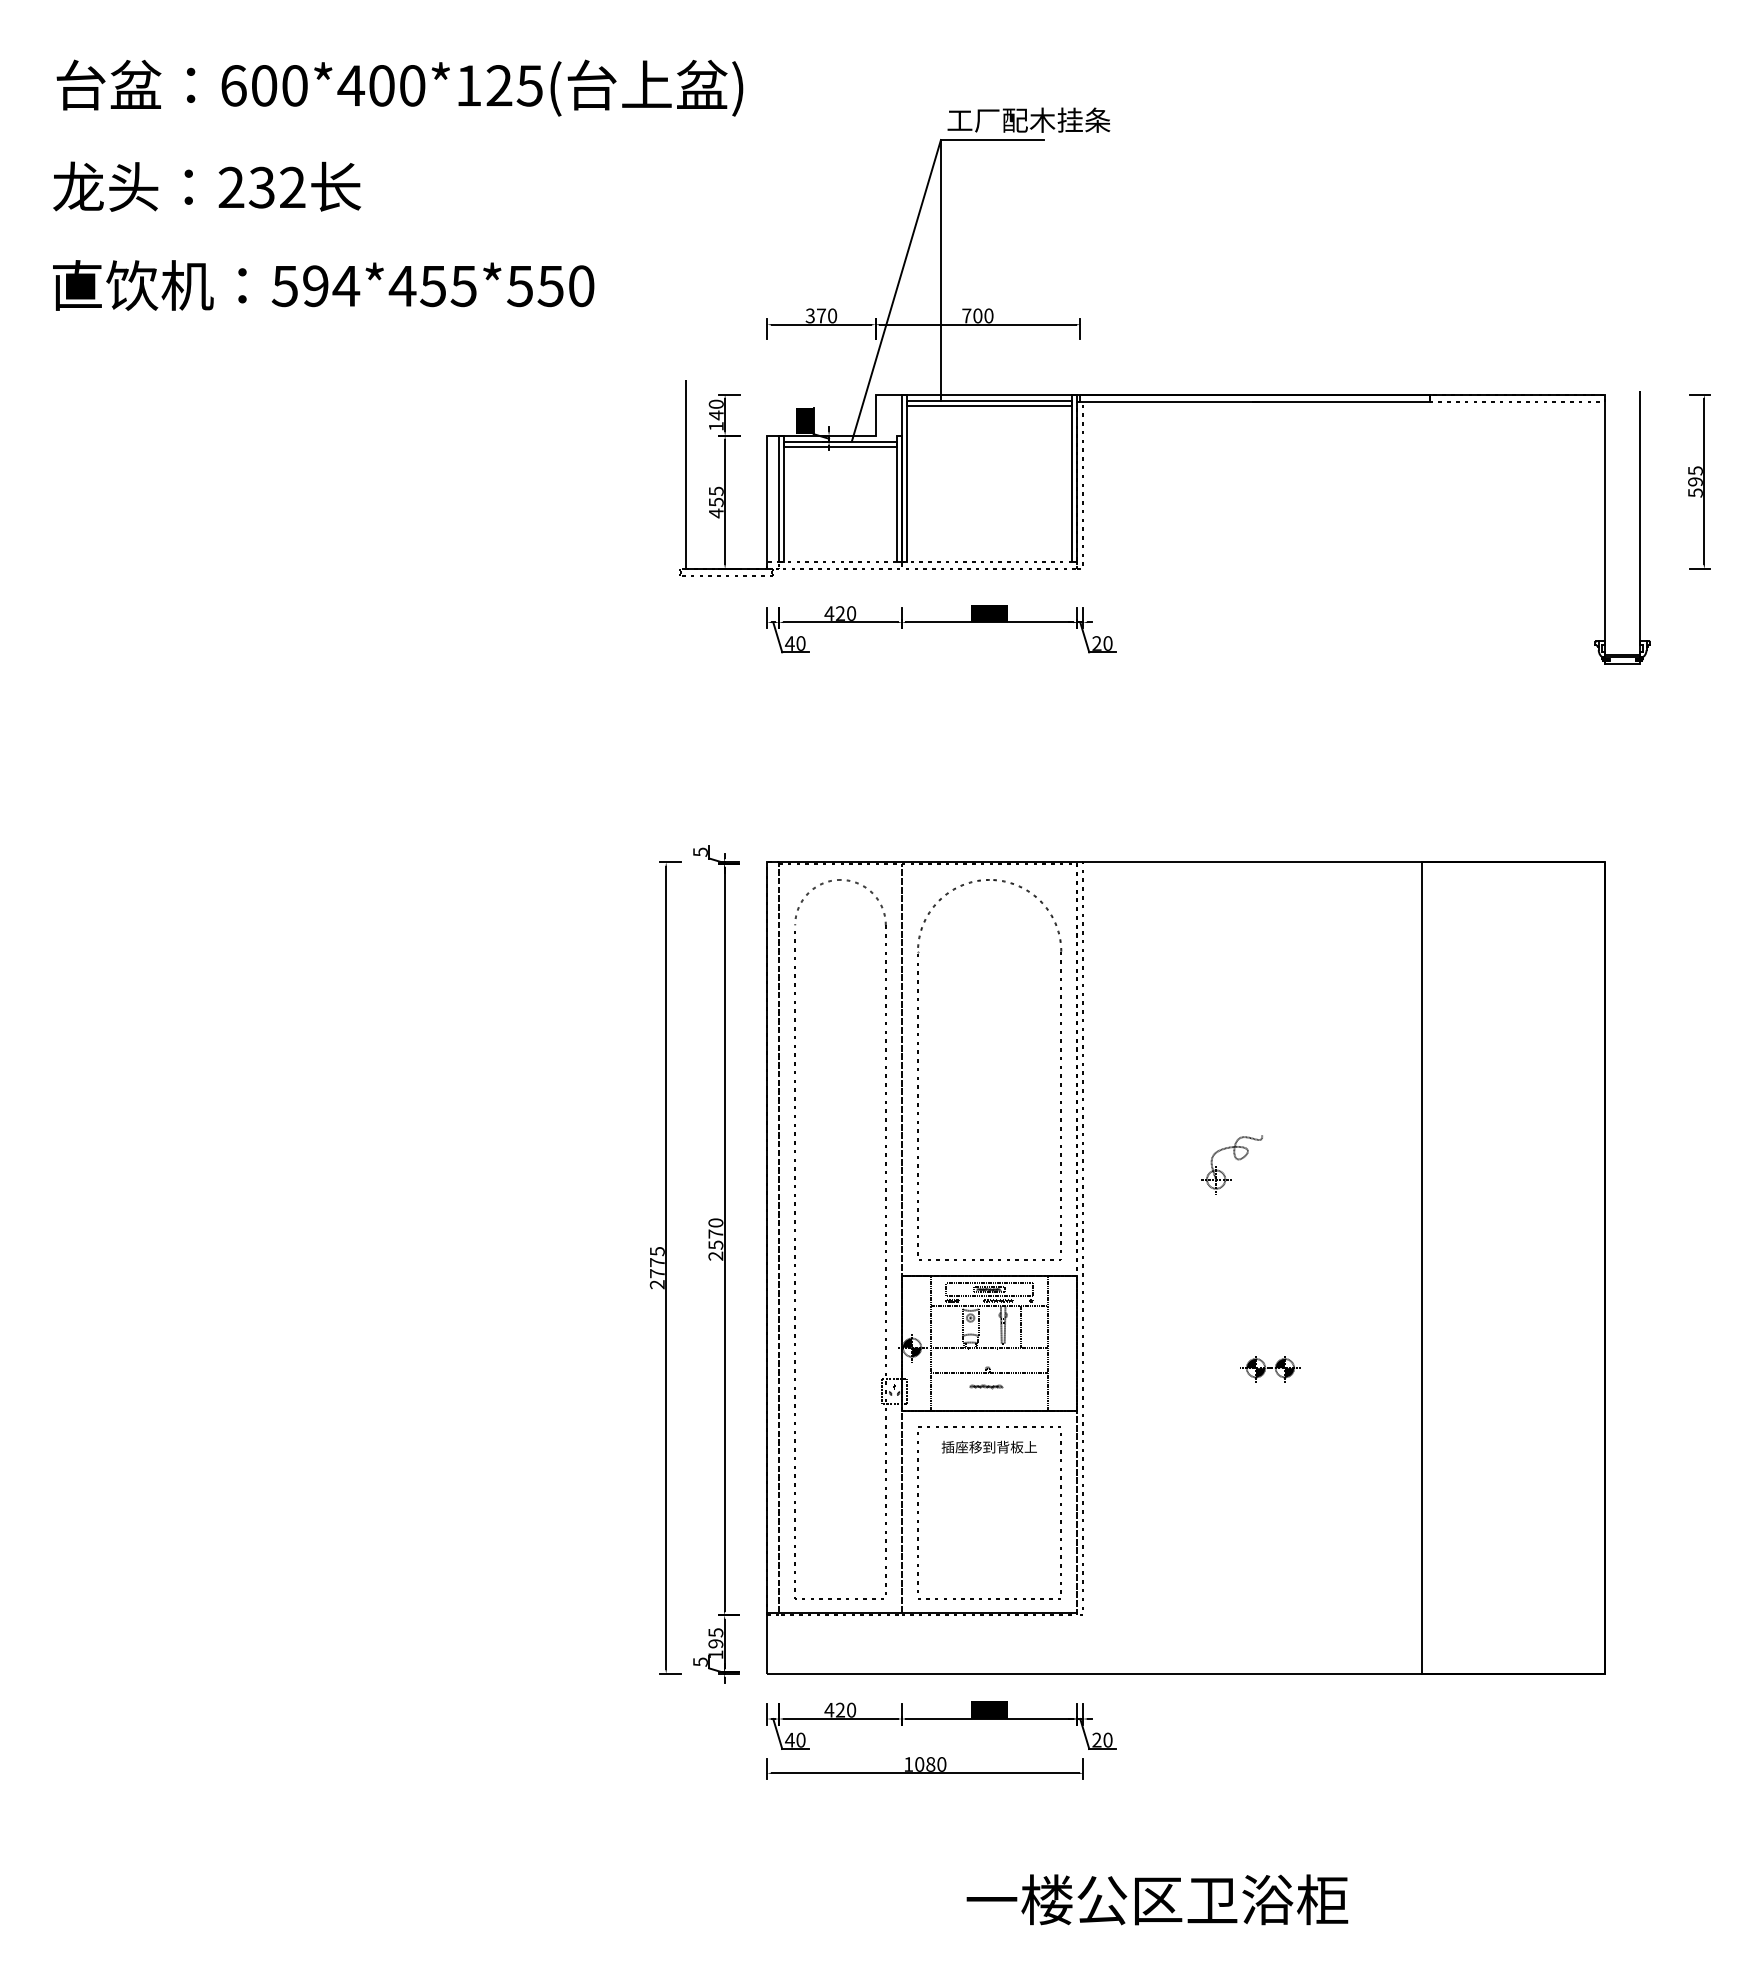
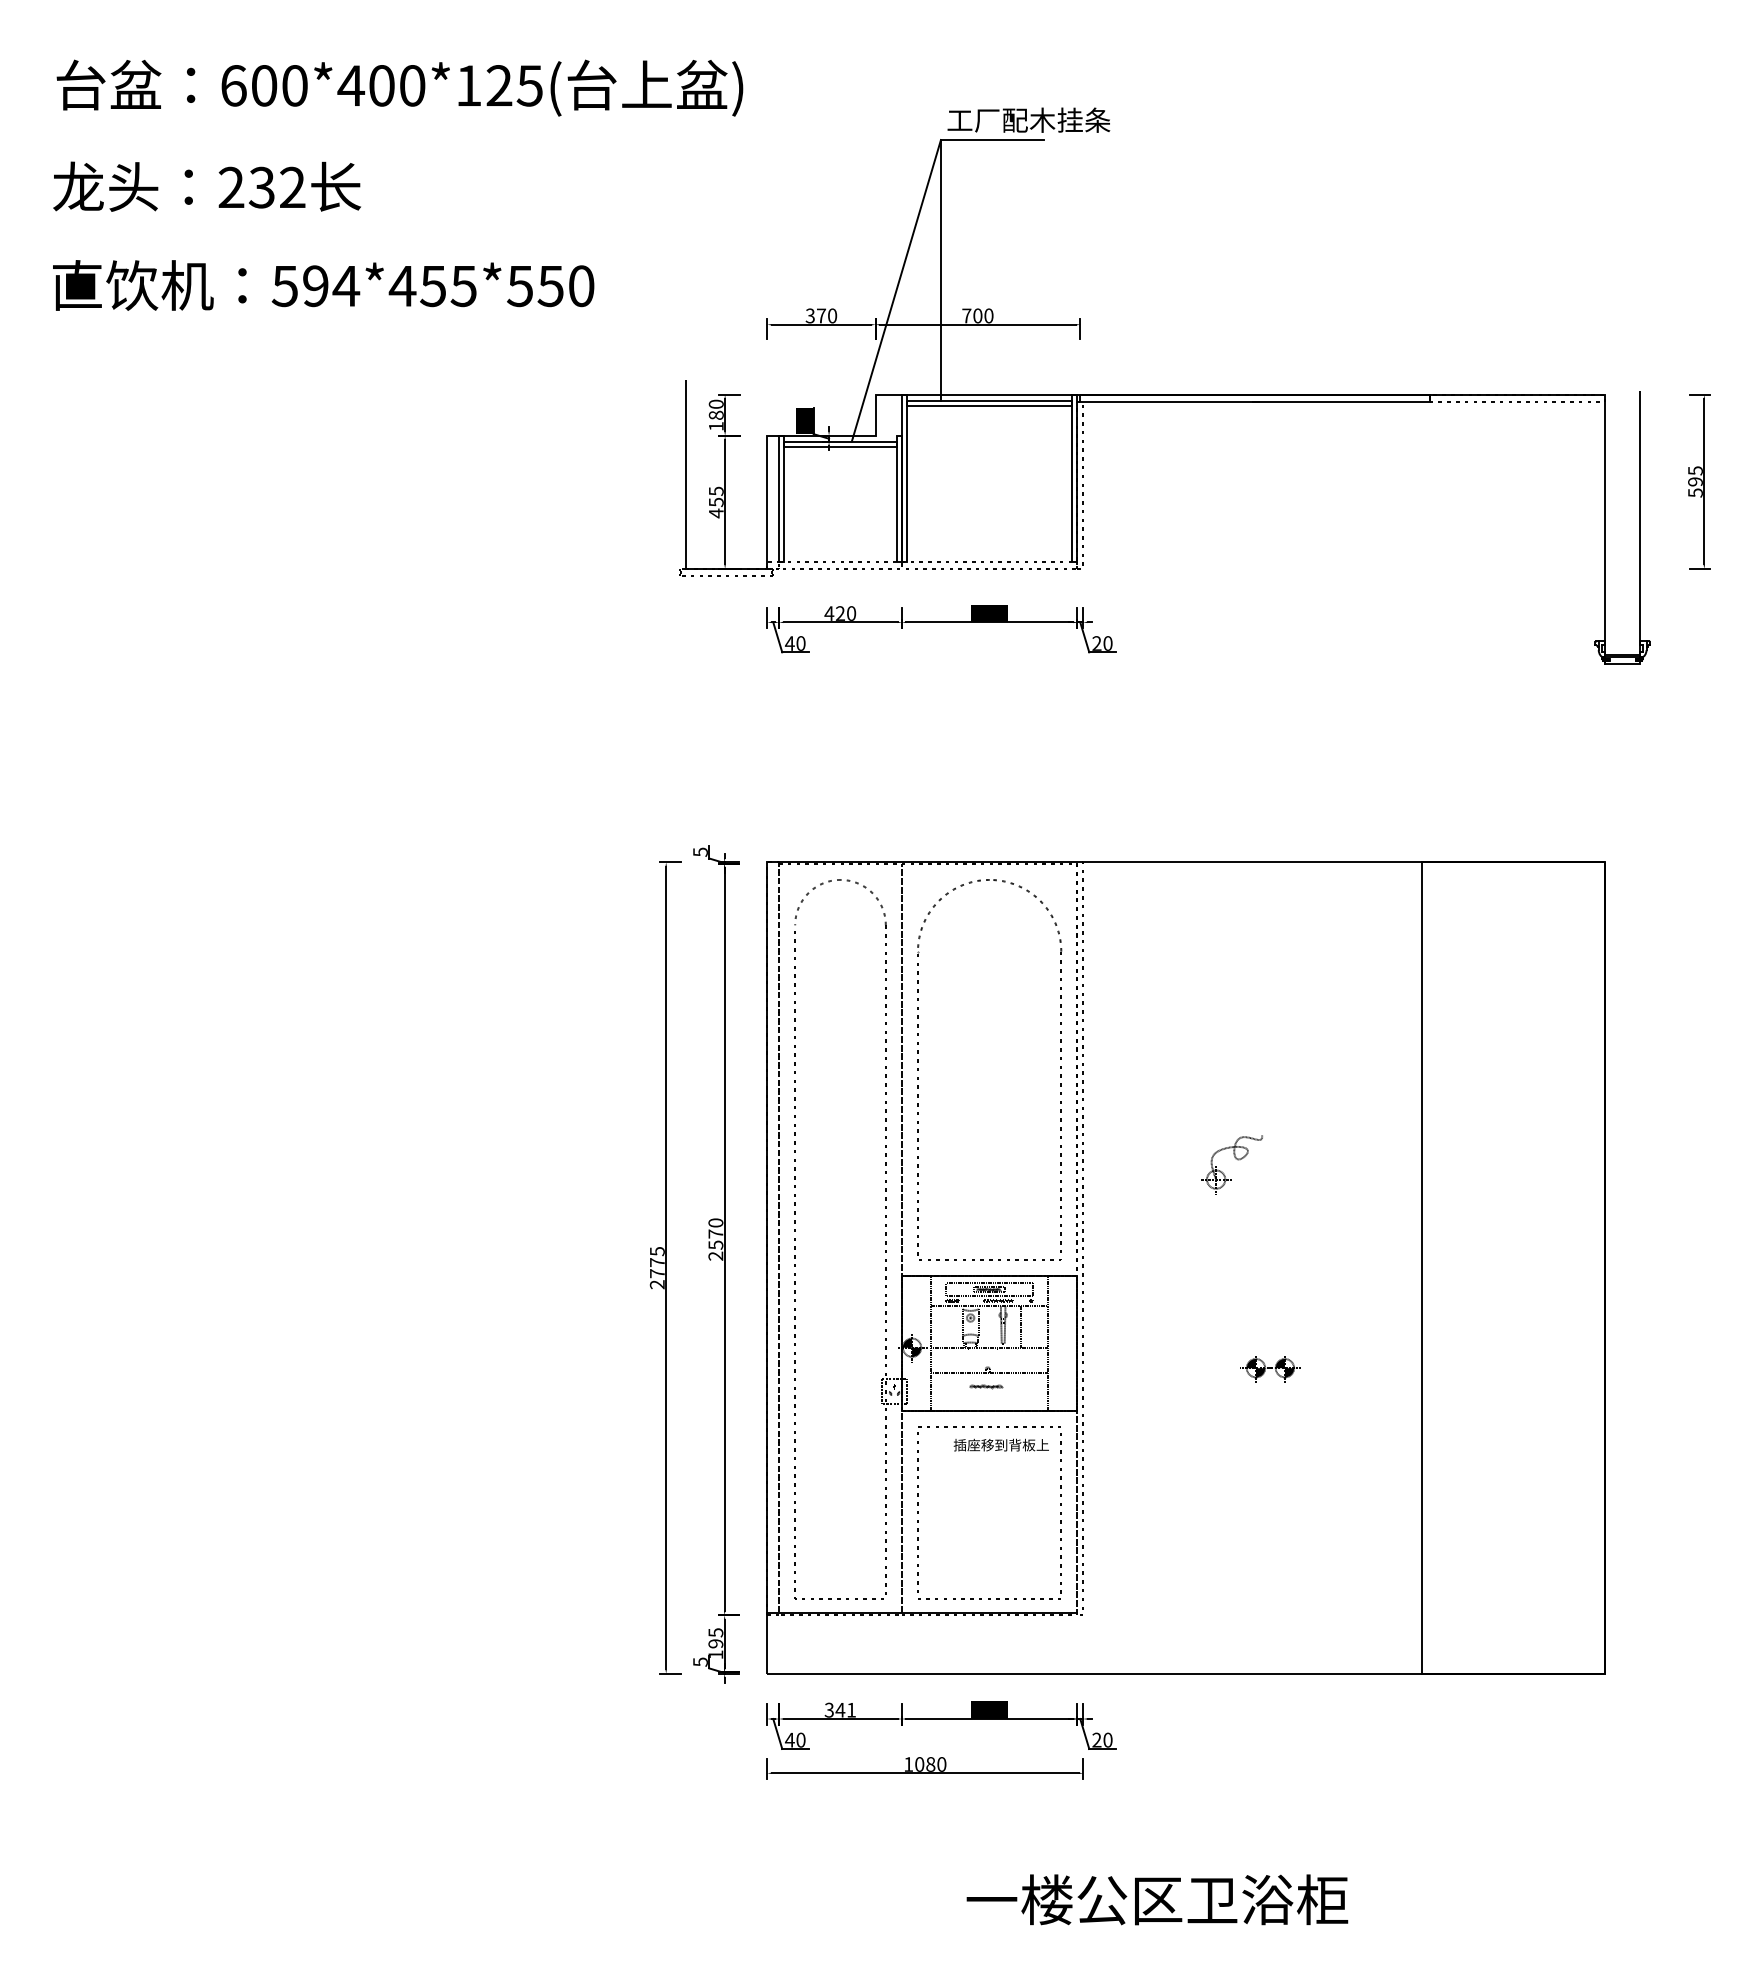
text at (715, 415): 140 -> 180
text at (988, 1446) position: (988, 1446) -> (1000, 1444)
text at (840, 1709): 420 -> 341
